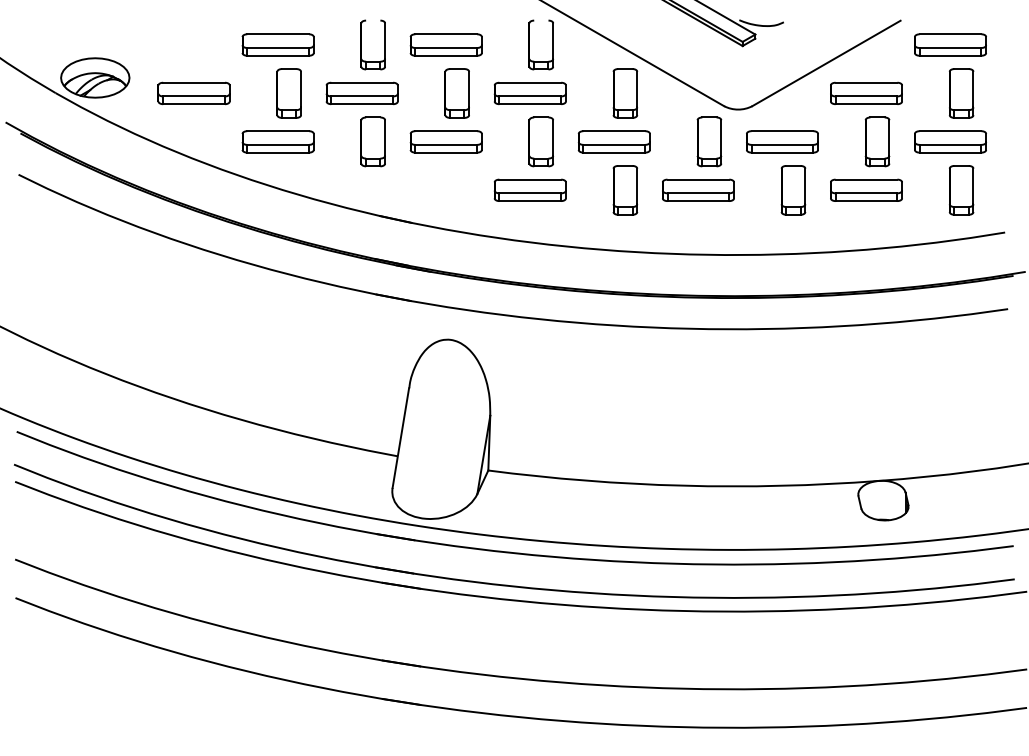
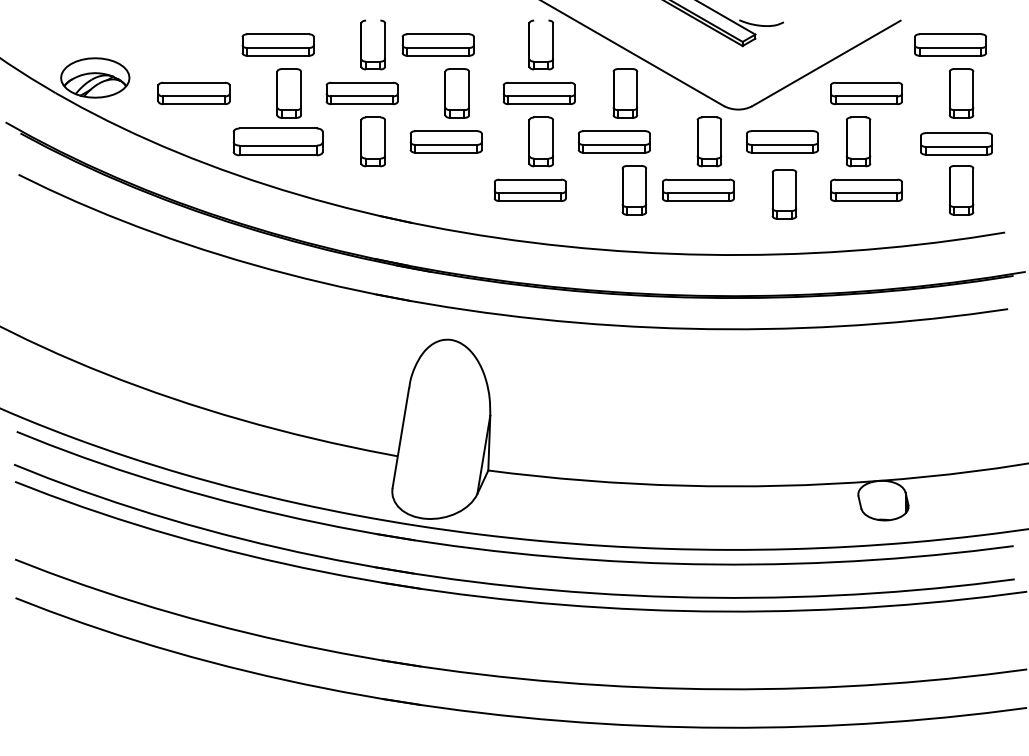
part at (445, 44) position: (445, 44) -> (437, 44)
part at (529, 92) position: (529, 92) -> (538, 92)
part at (277, 141) size: 74x24 px -> 92x30 px
part at (877, 141) position: (877, 141) -> (858, 141)
part at (950, 141) position: (950, 141) -> (956, 143)
part at (625, 190) position: (625, 190) -> (634, 190)
part at (793, 190) position: (793, 190) -> (784, 194)
